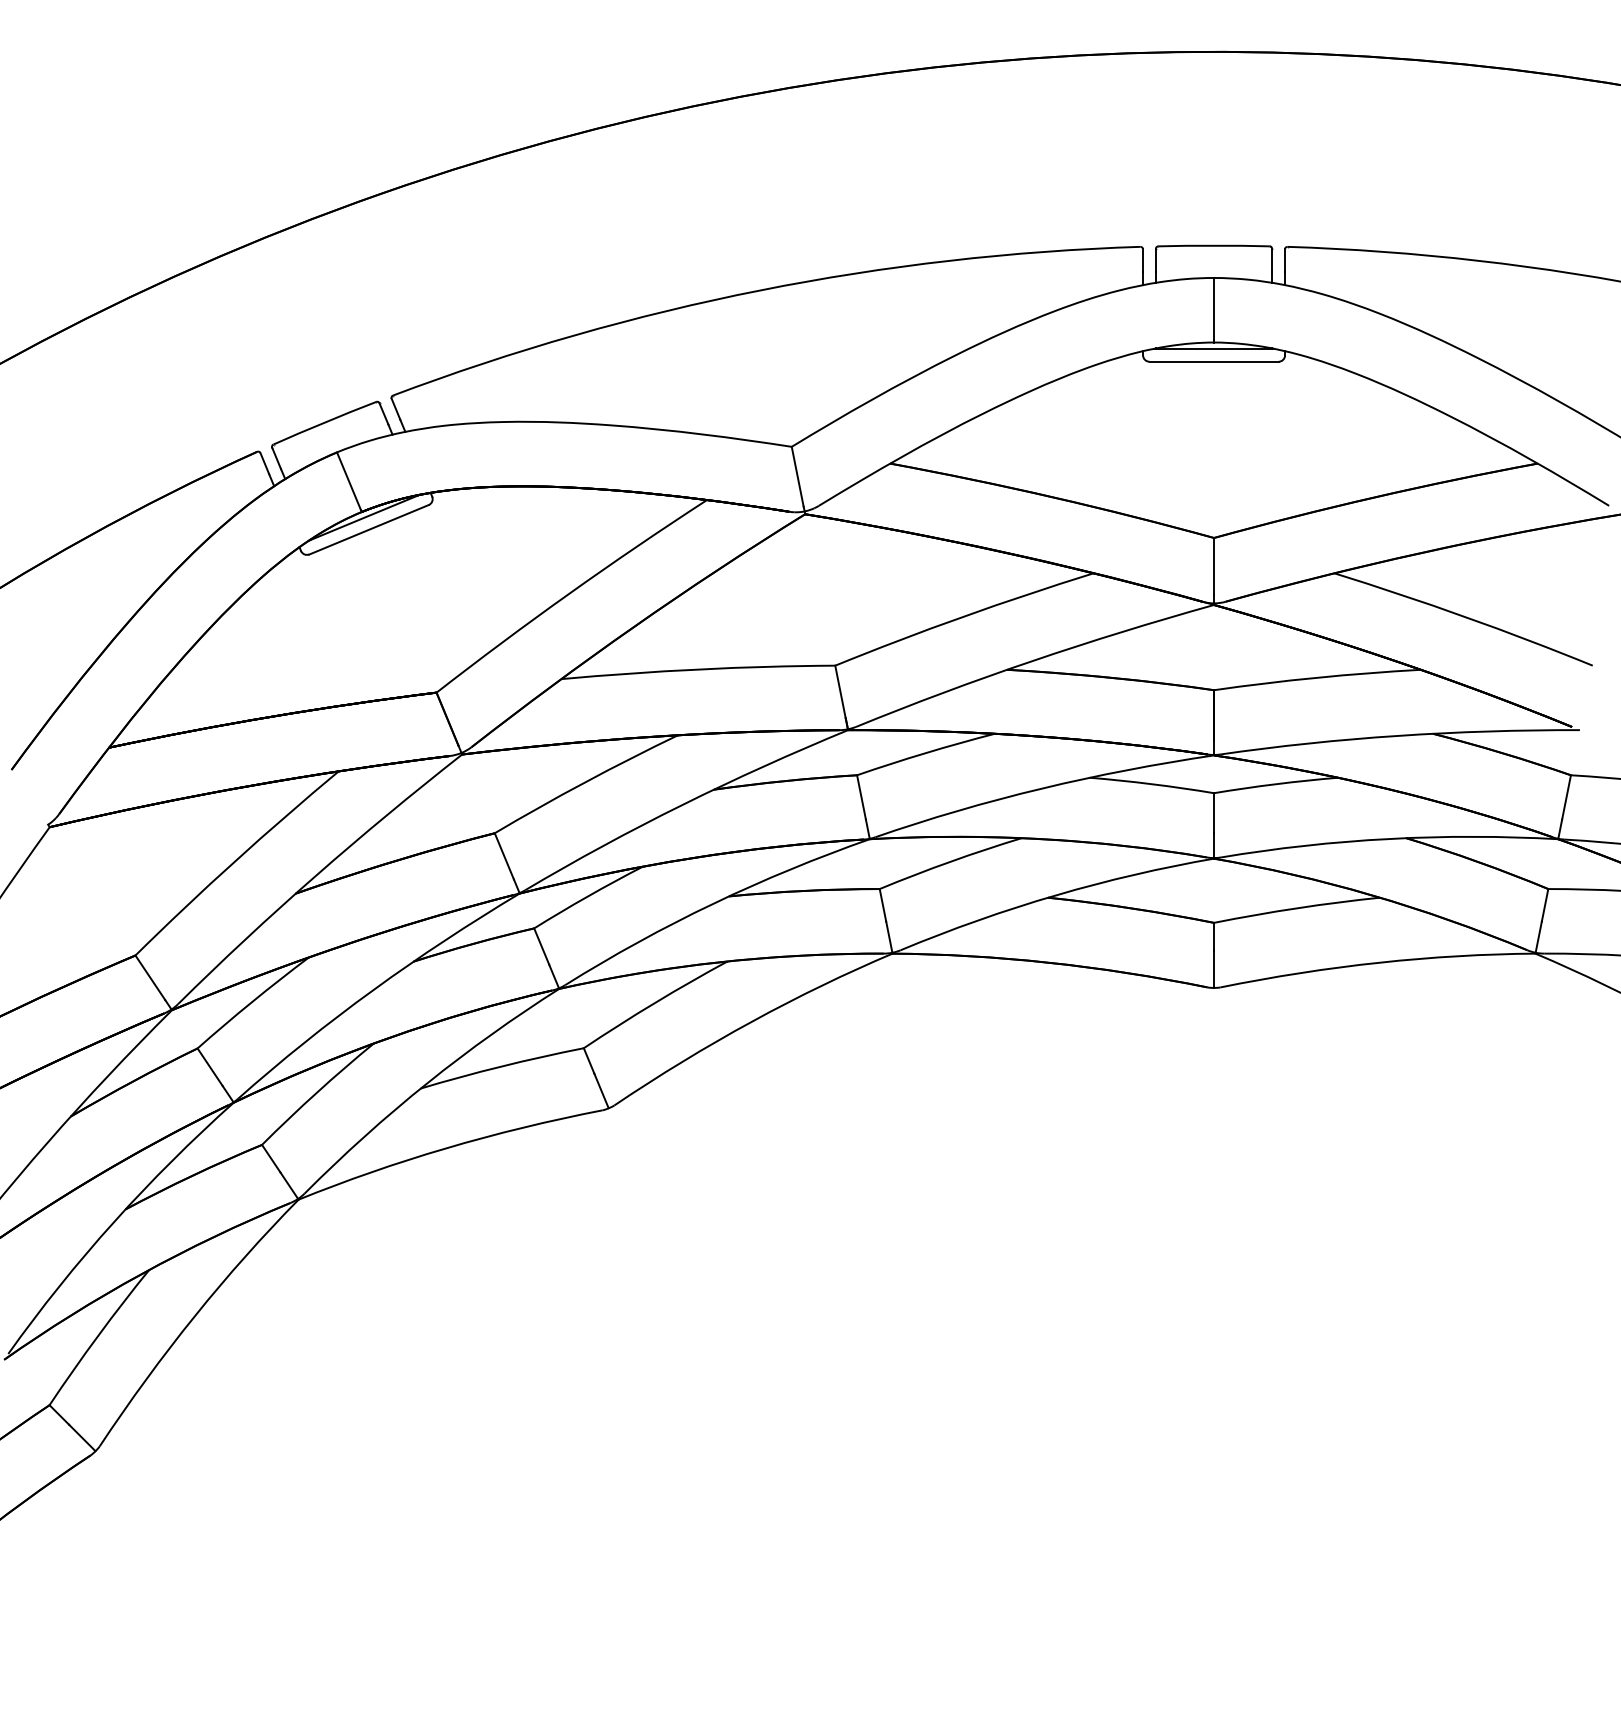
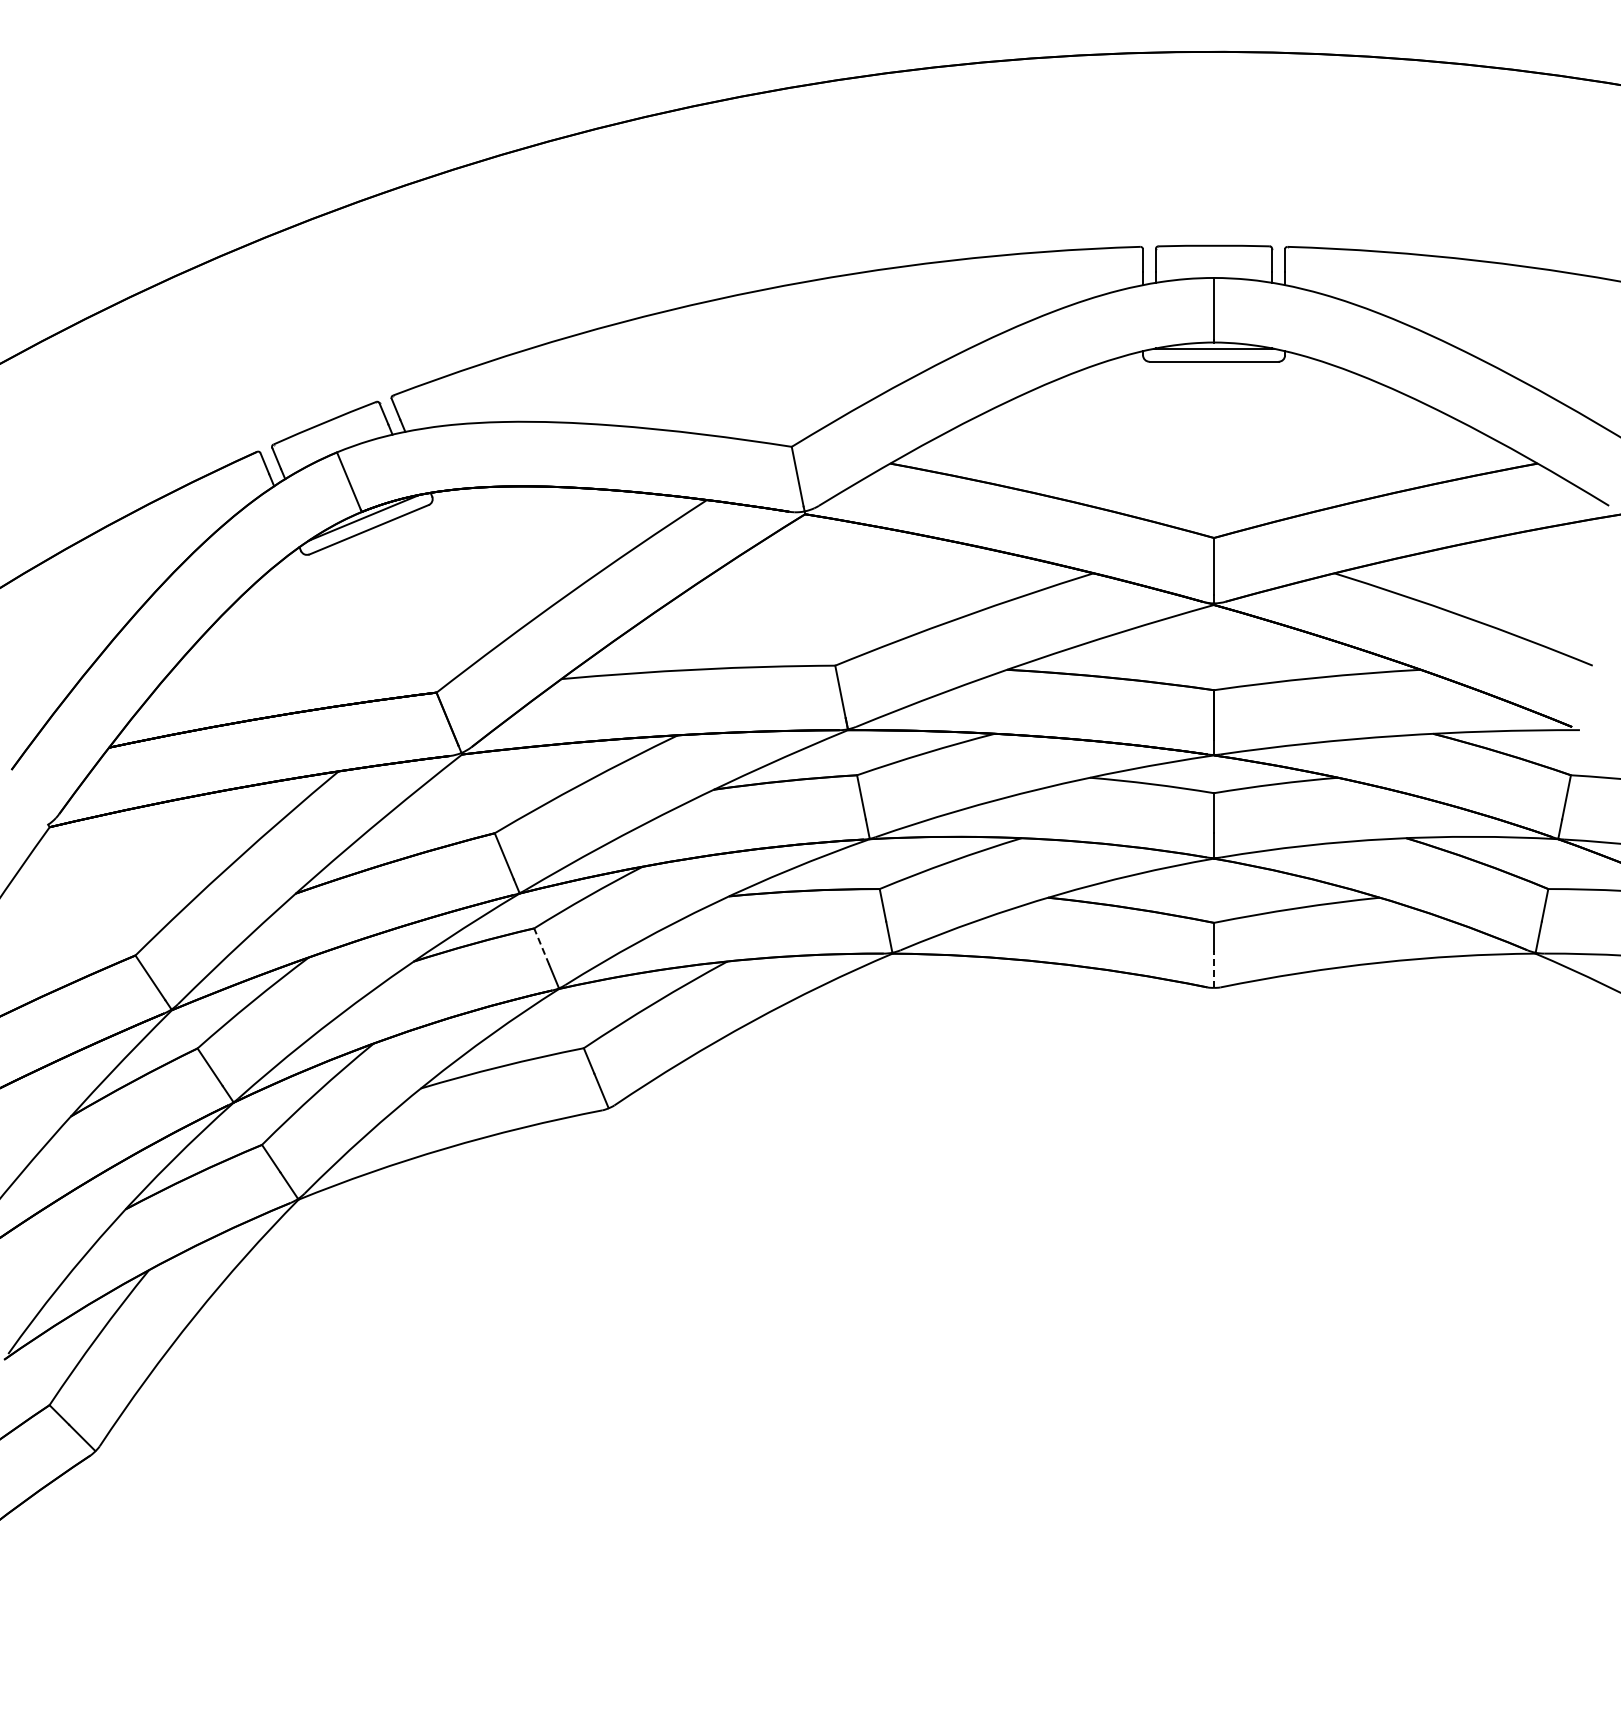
line at (541, 946): solid -> dashed
line at (1214, 969): solid -> dashed
